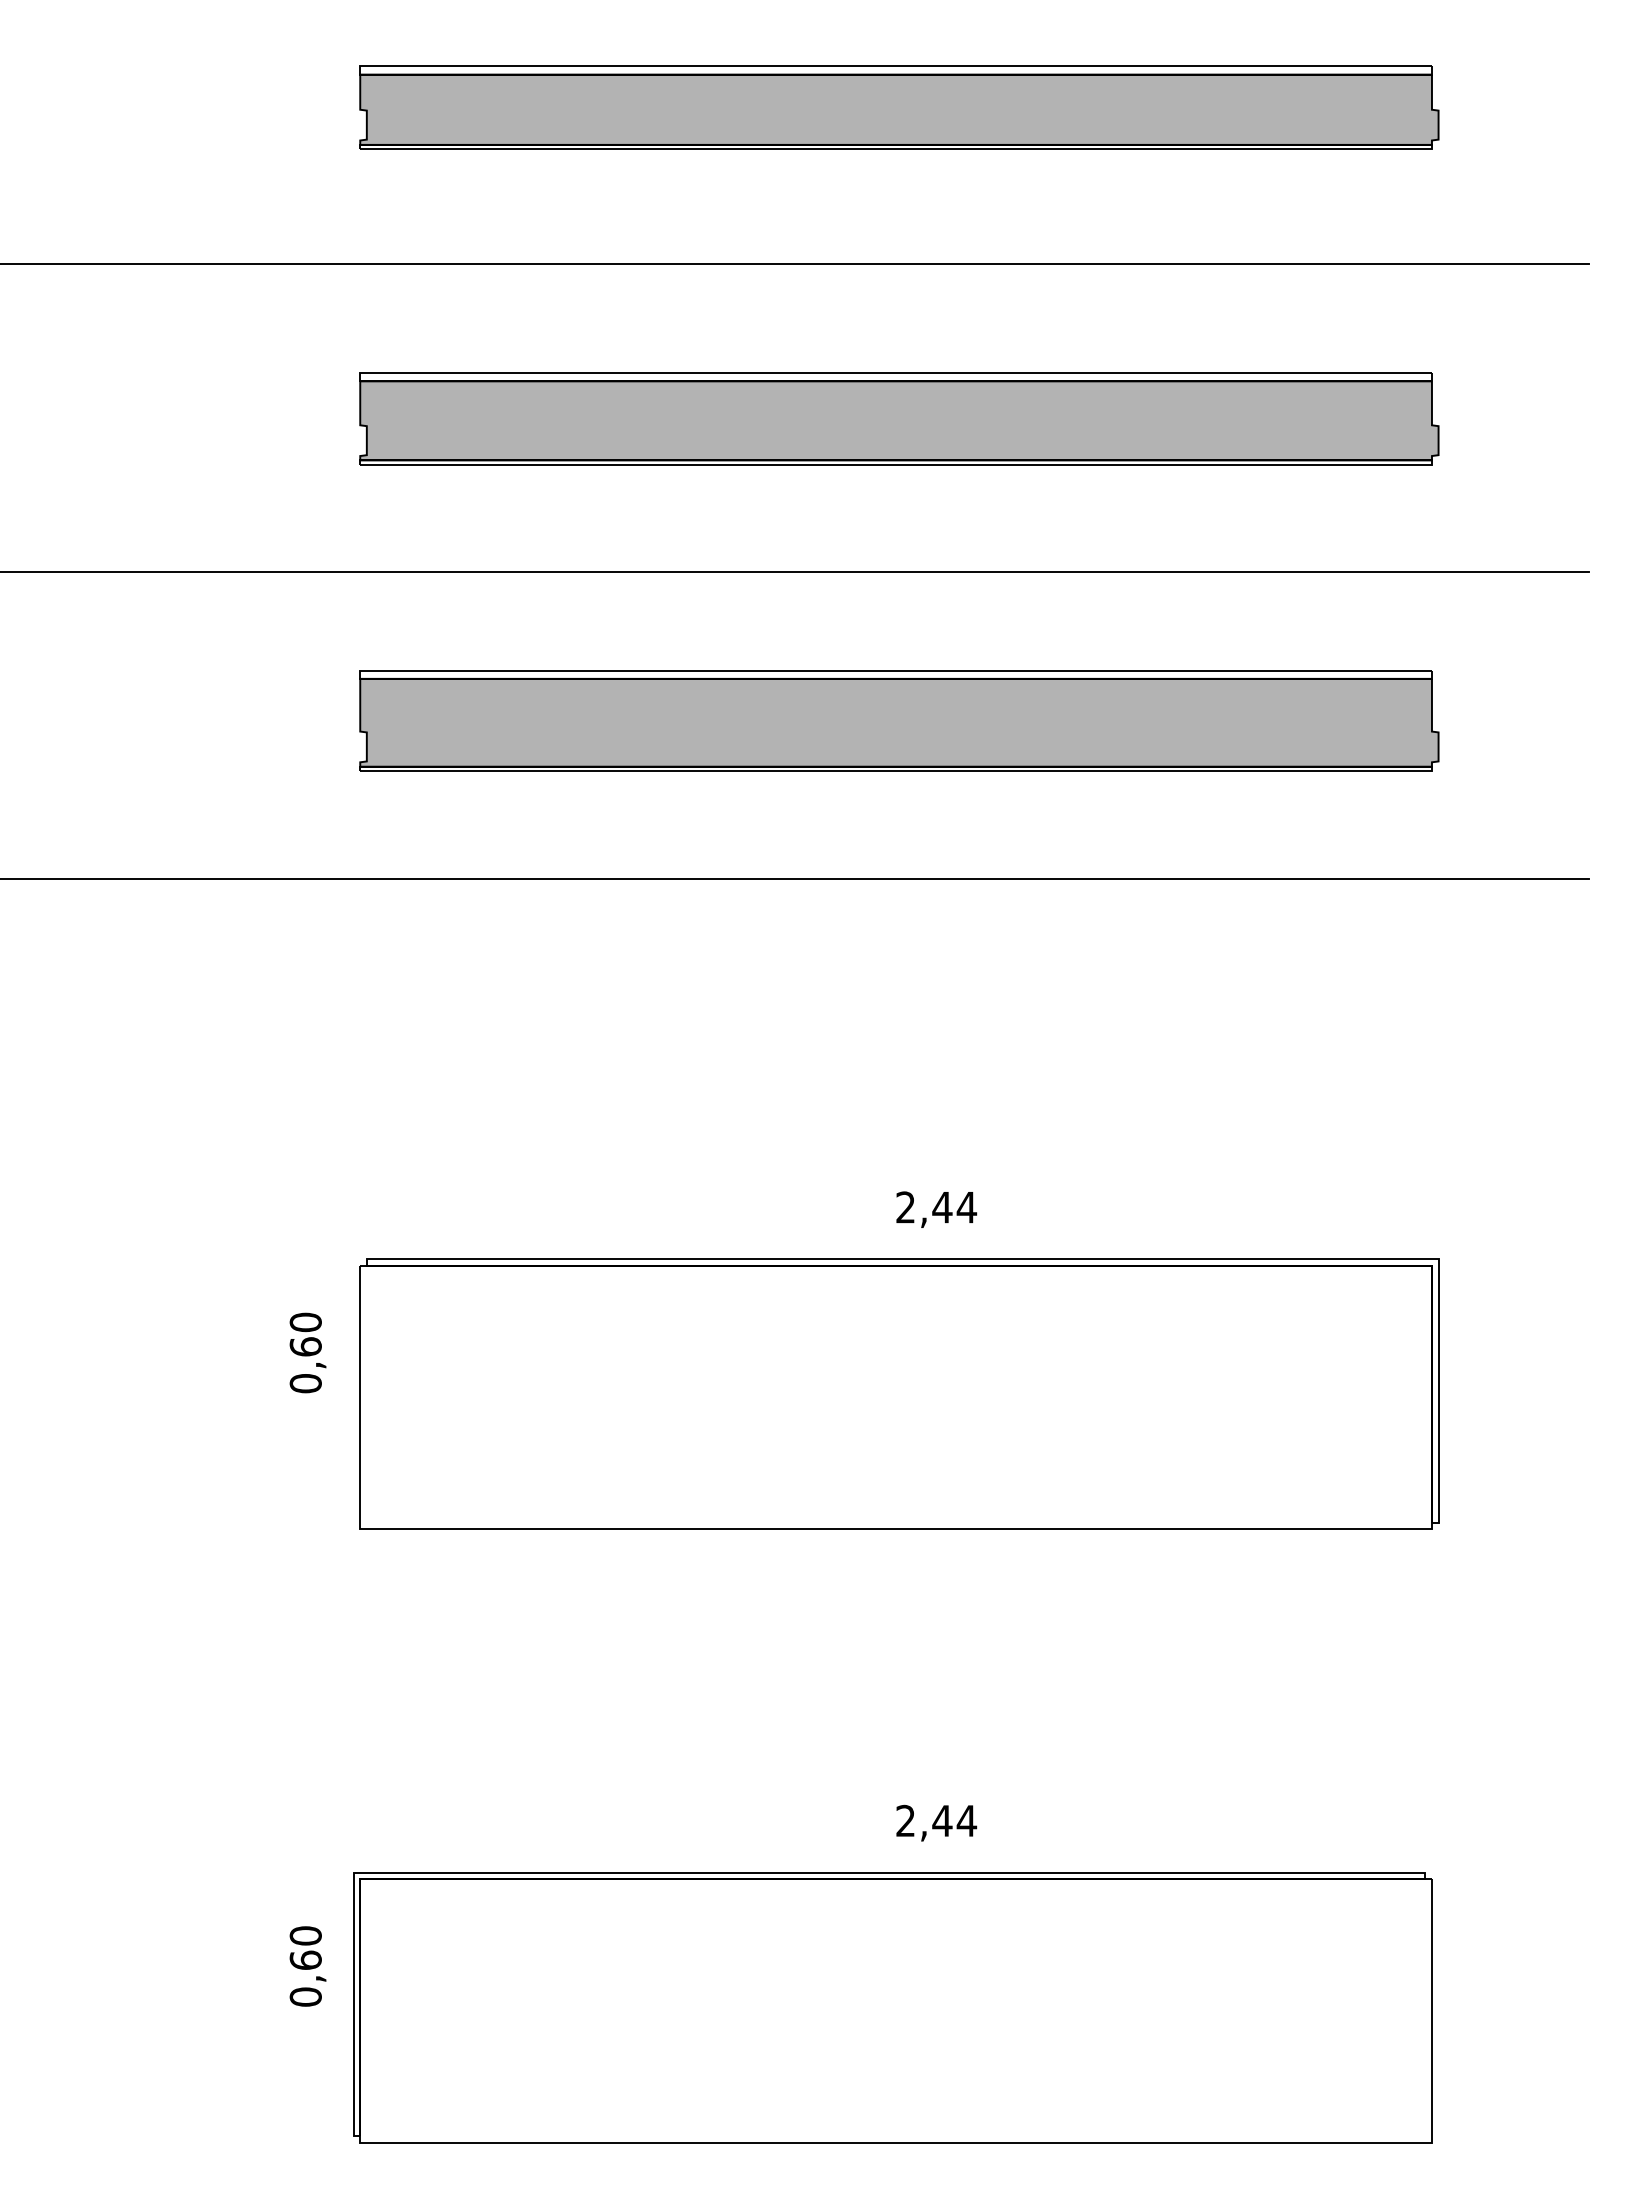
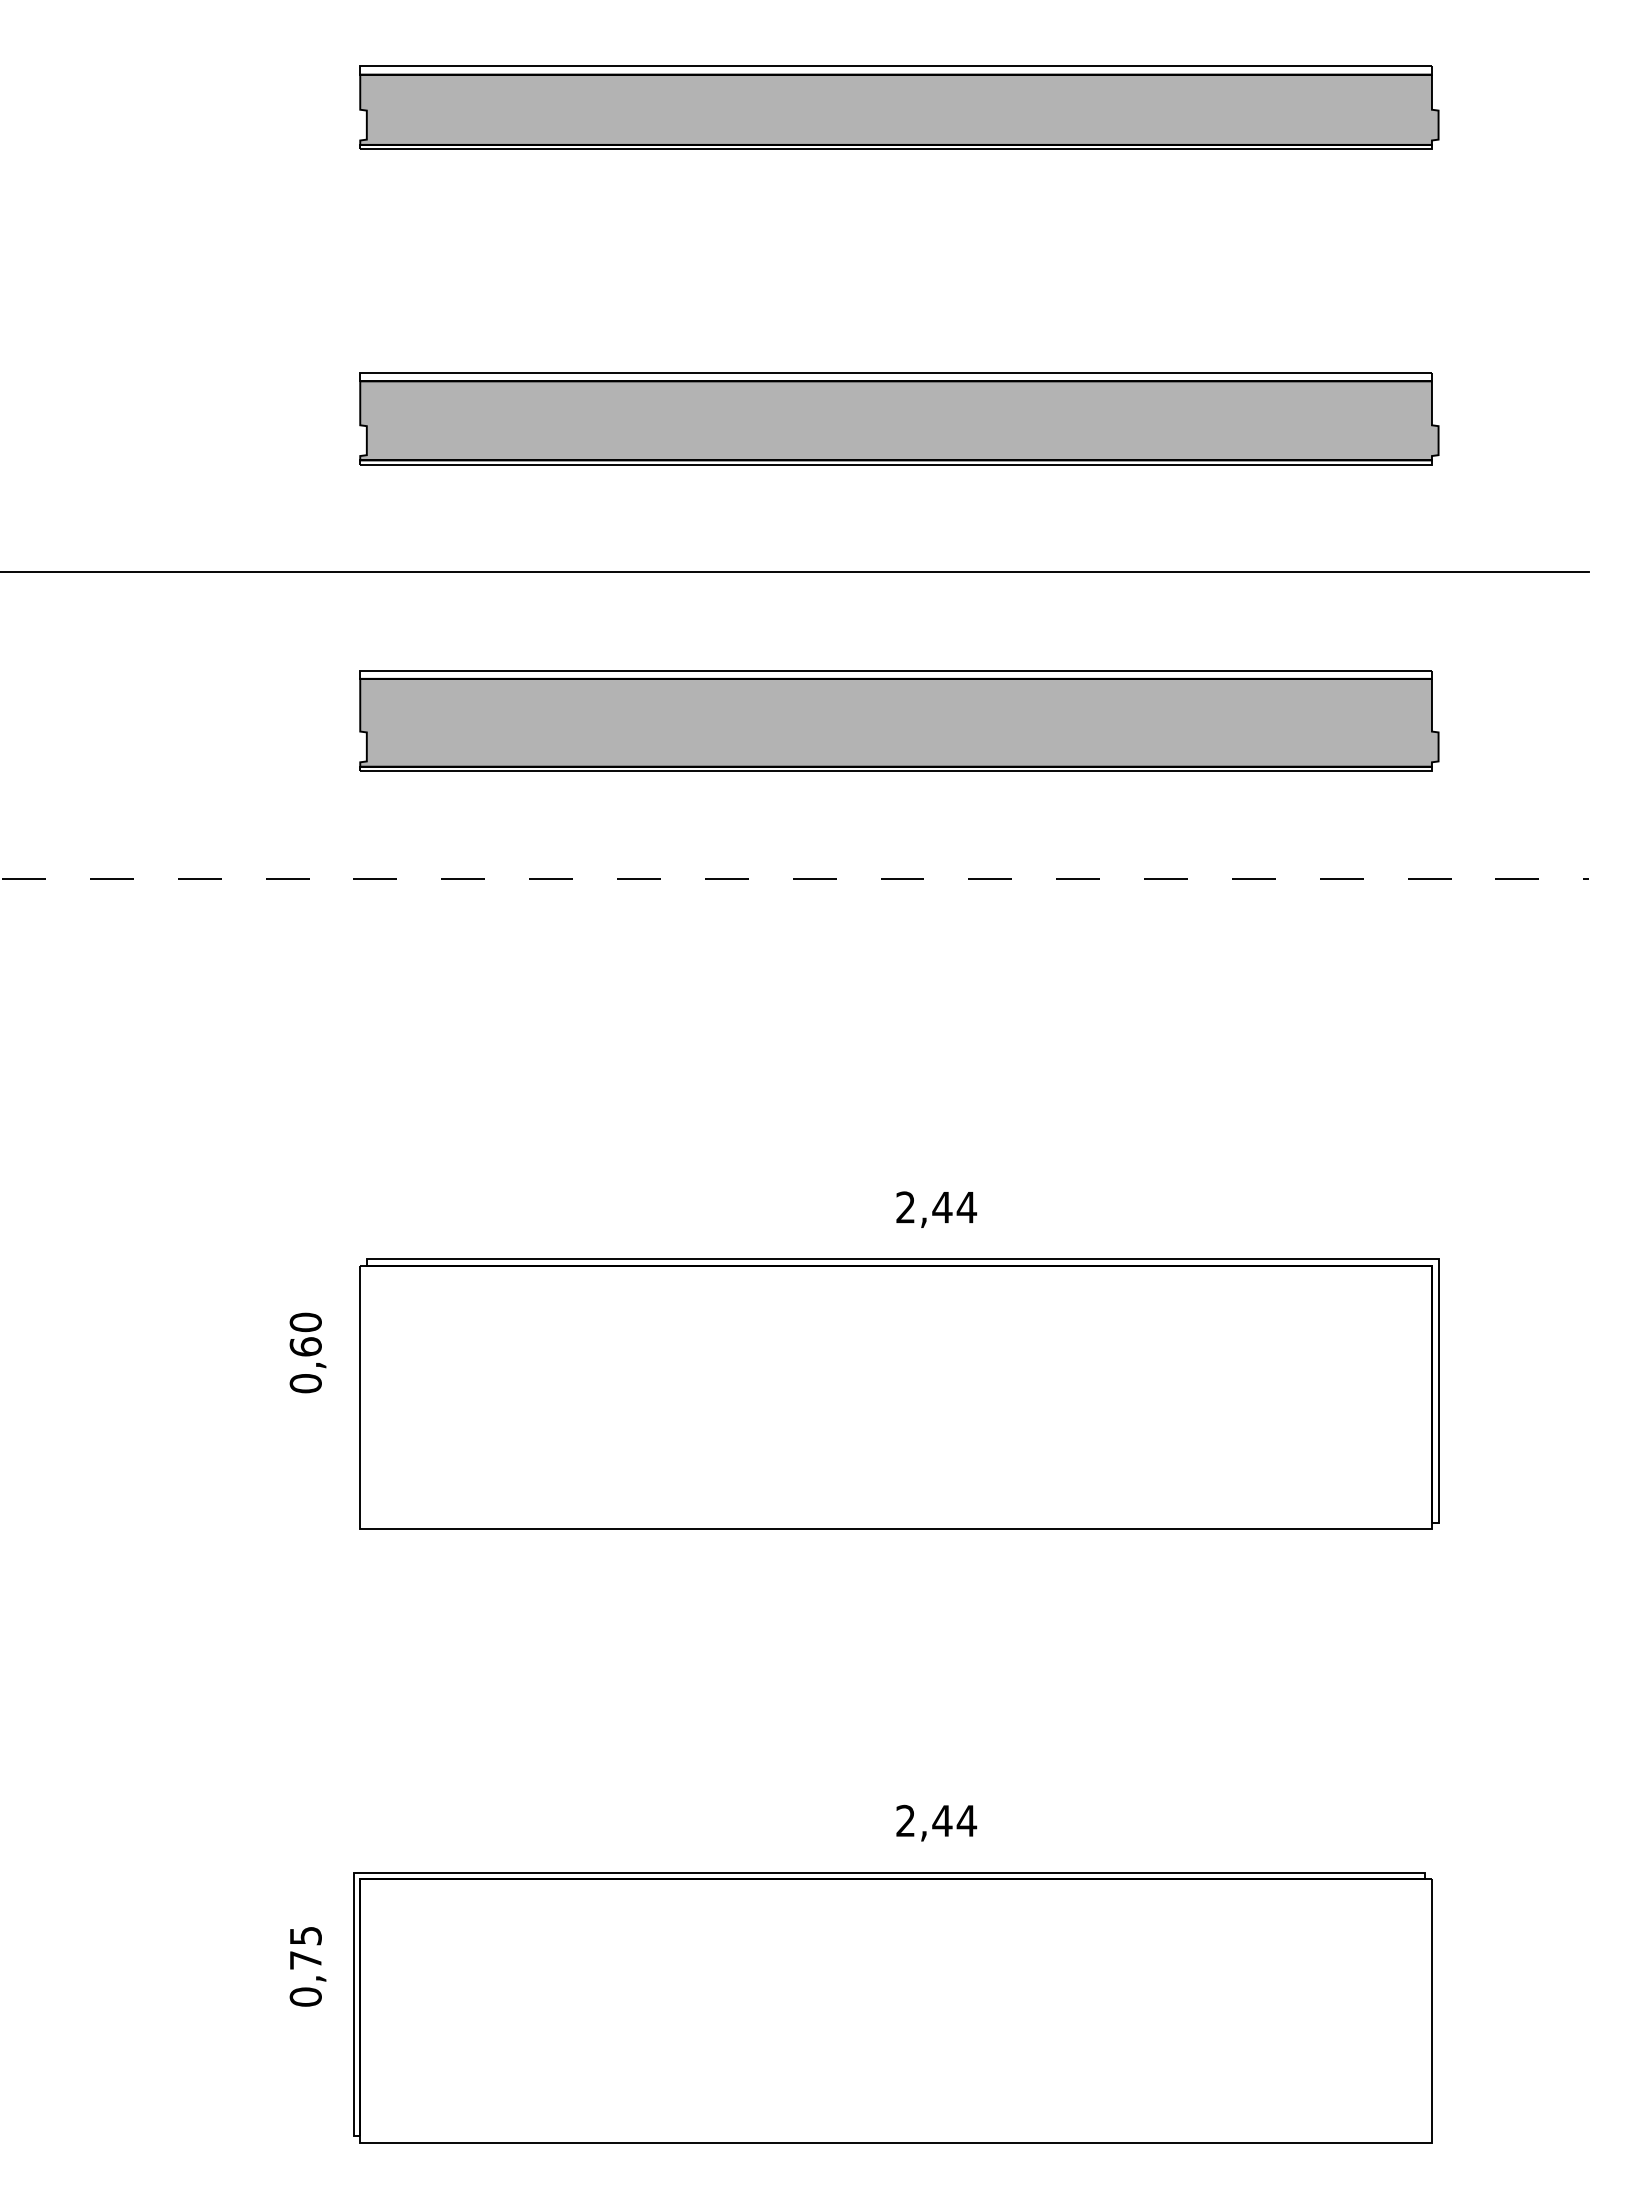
line at (795, 264): present -> none
line at (795, 879): solid -> dashed
text at (305, 1947): 0,60 -> 0,75
